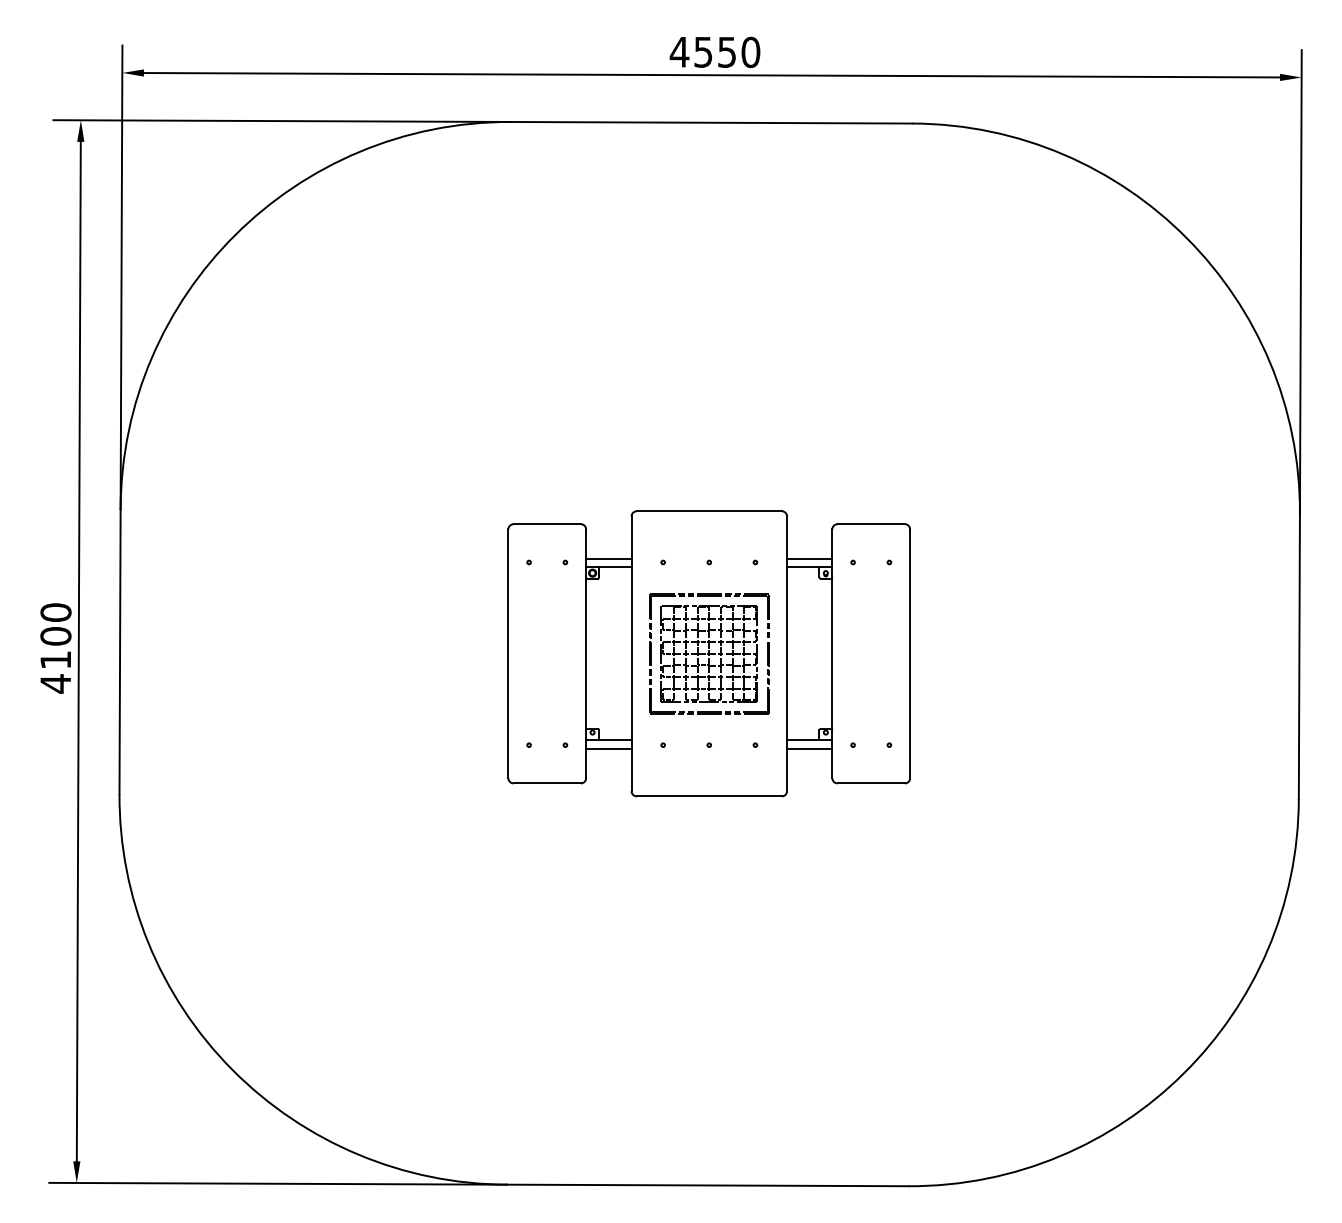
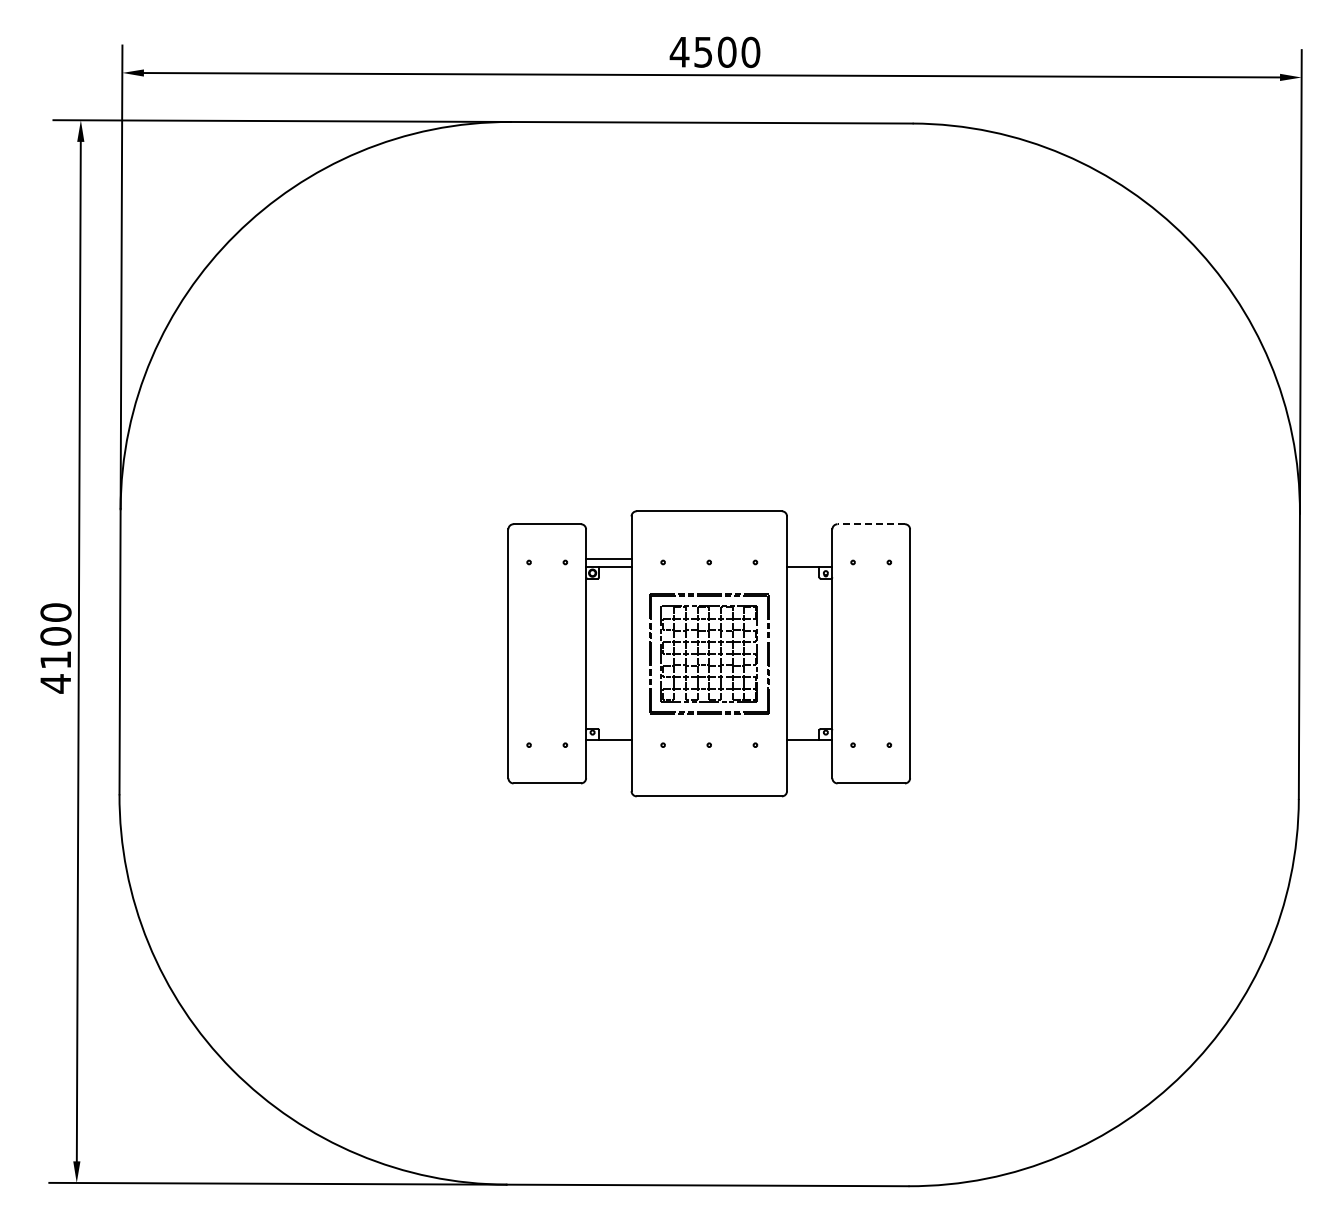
text at (726, 51): 4550 -> 4500
line at (871, 524): solid -> dashed
line at (809, 558): present -> none
line at (608, 748): present -> none
line at (809, 748): present -> none
